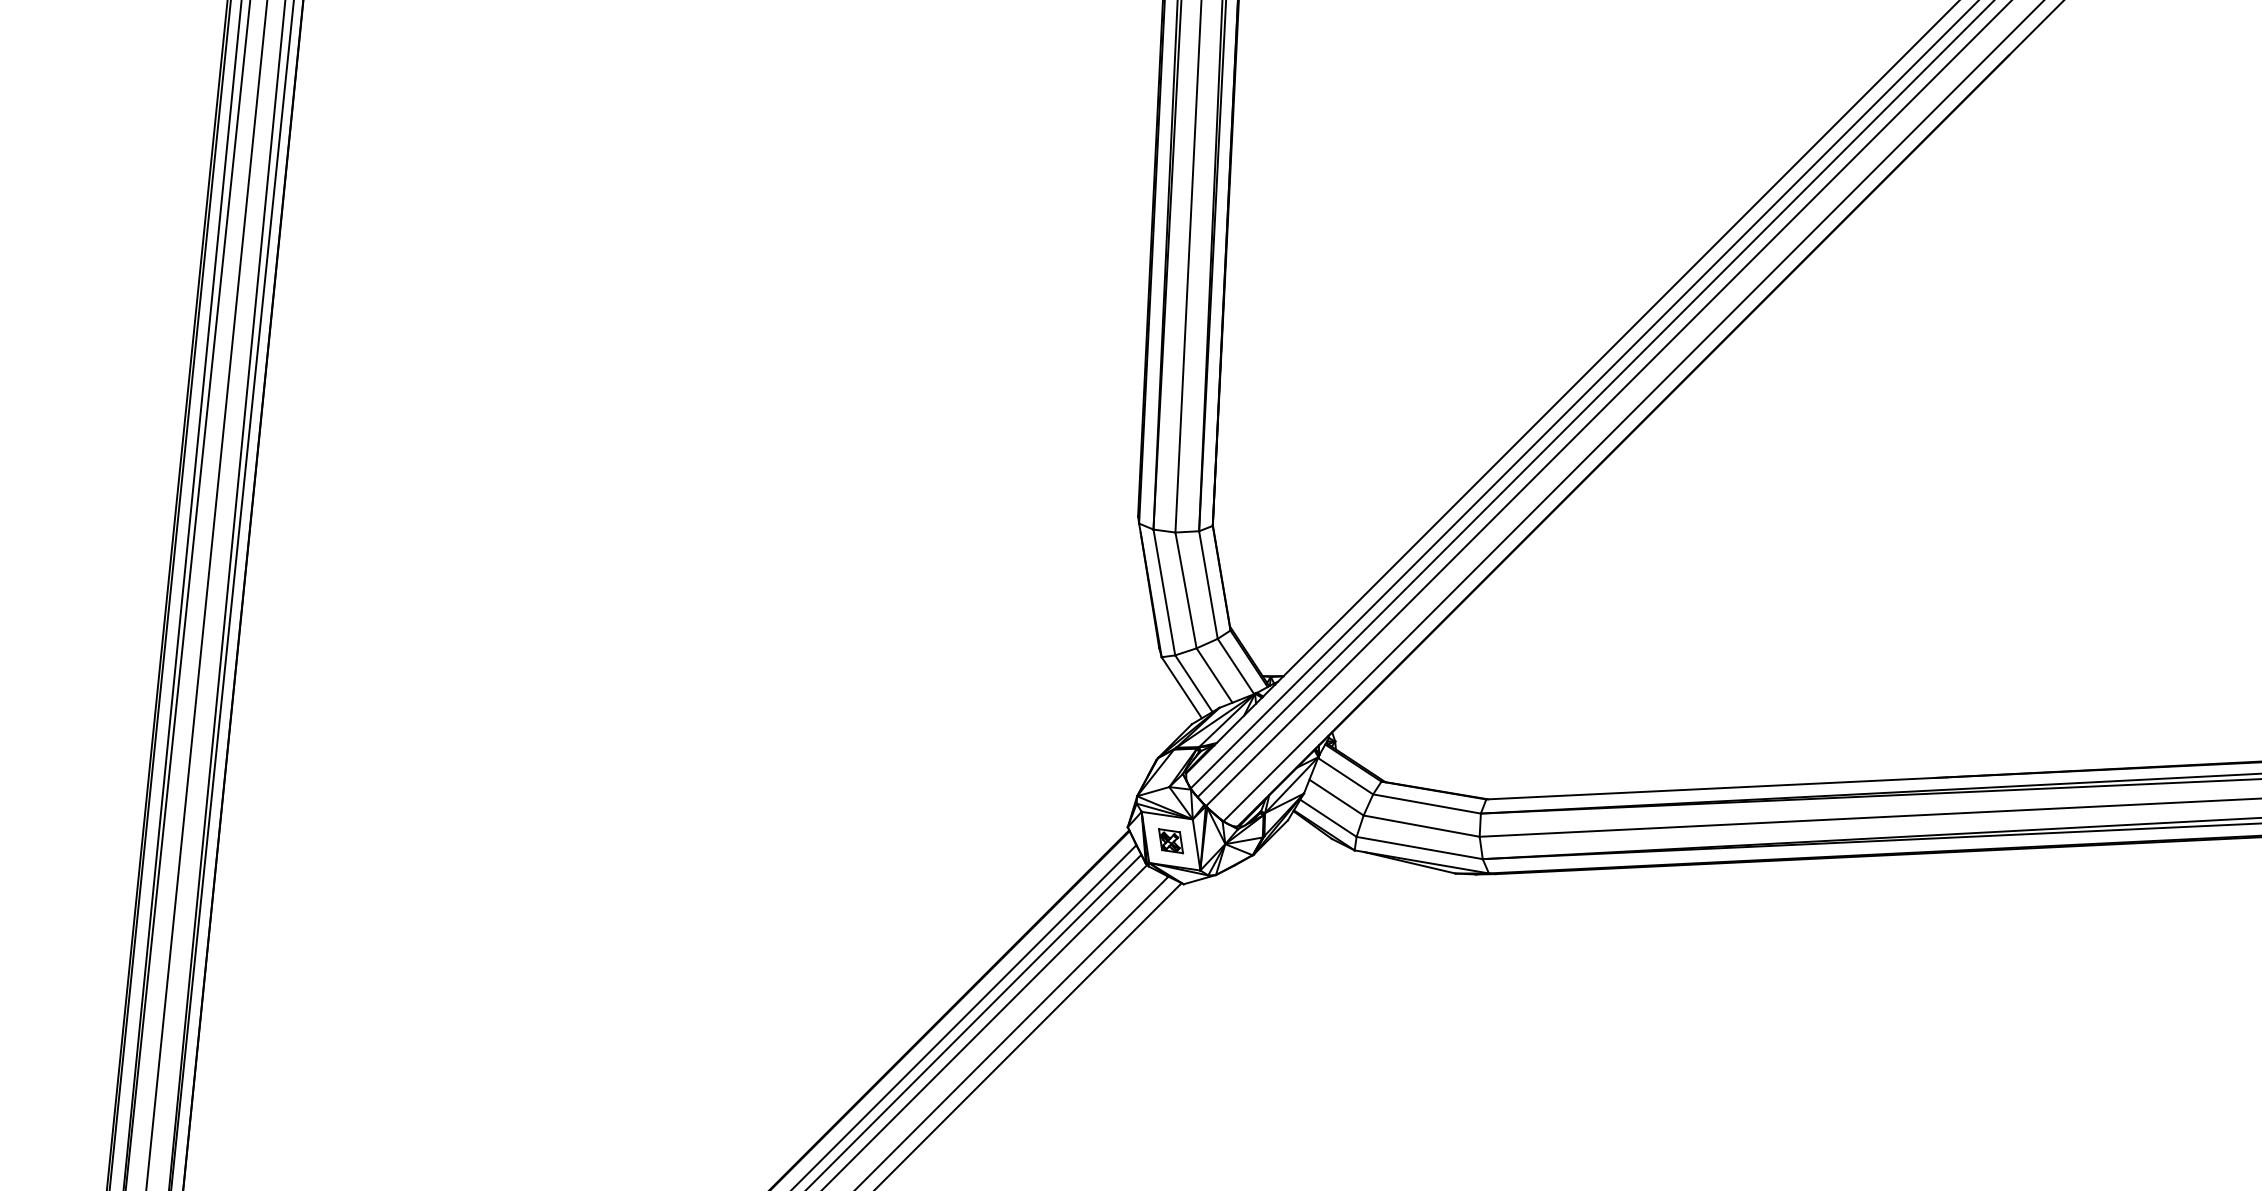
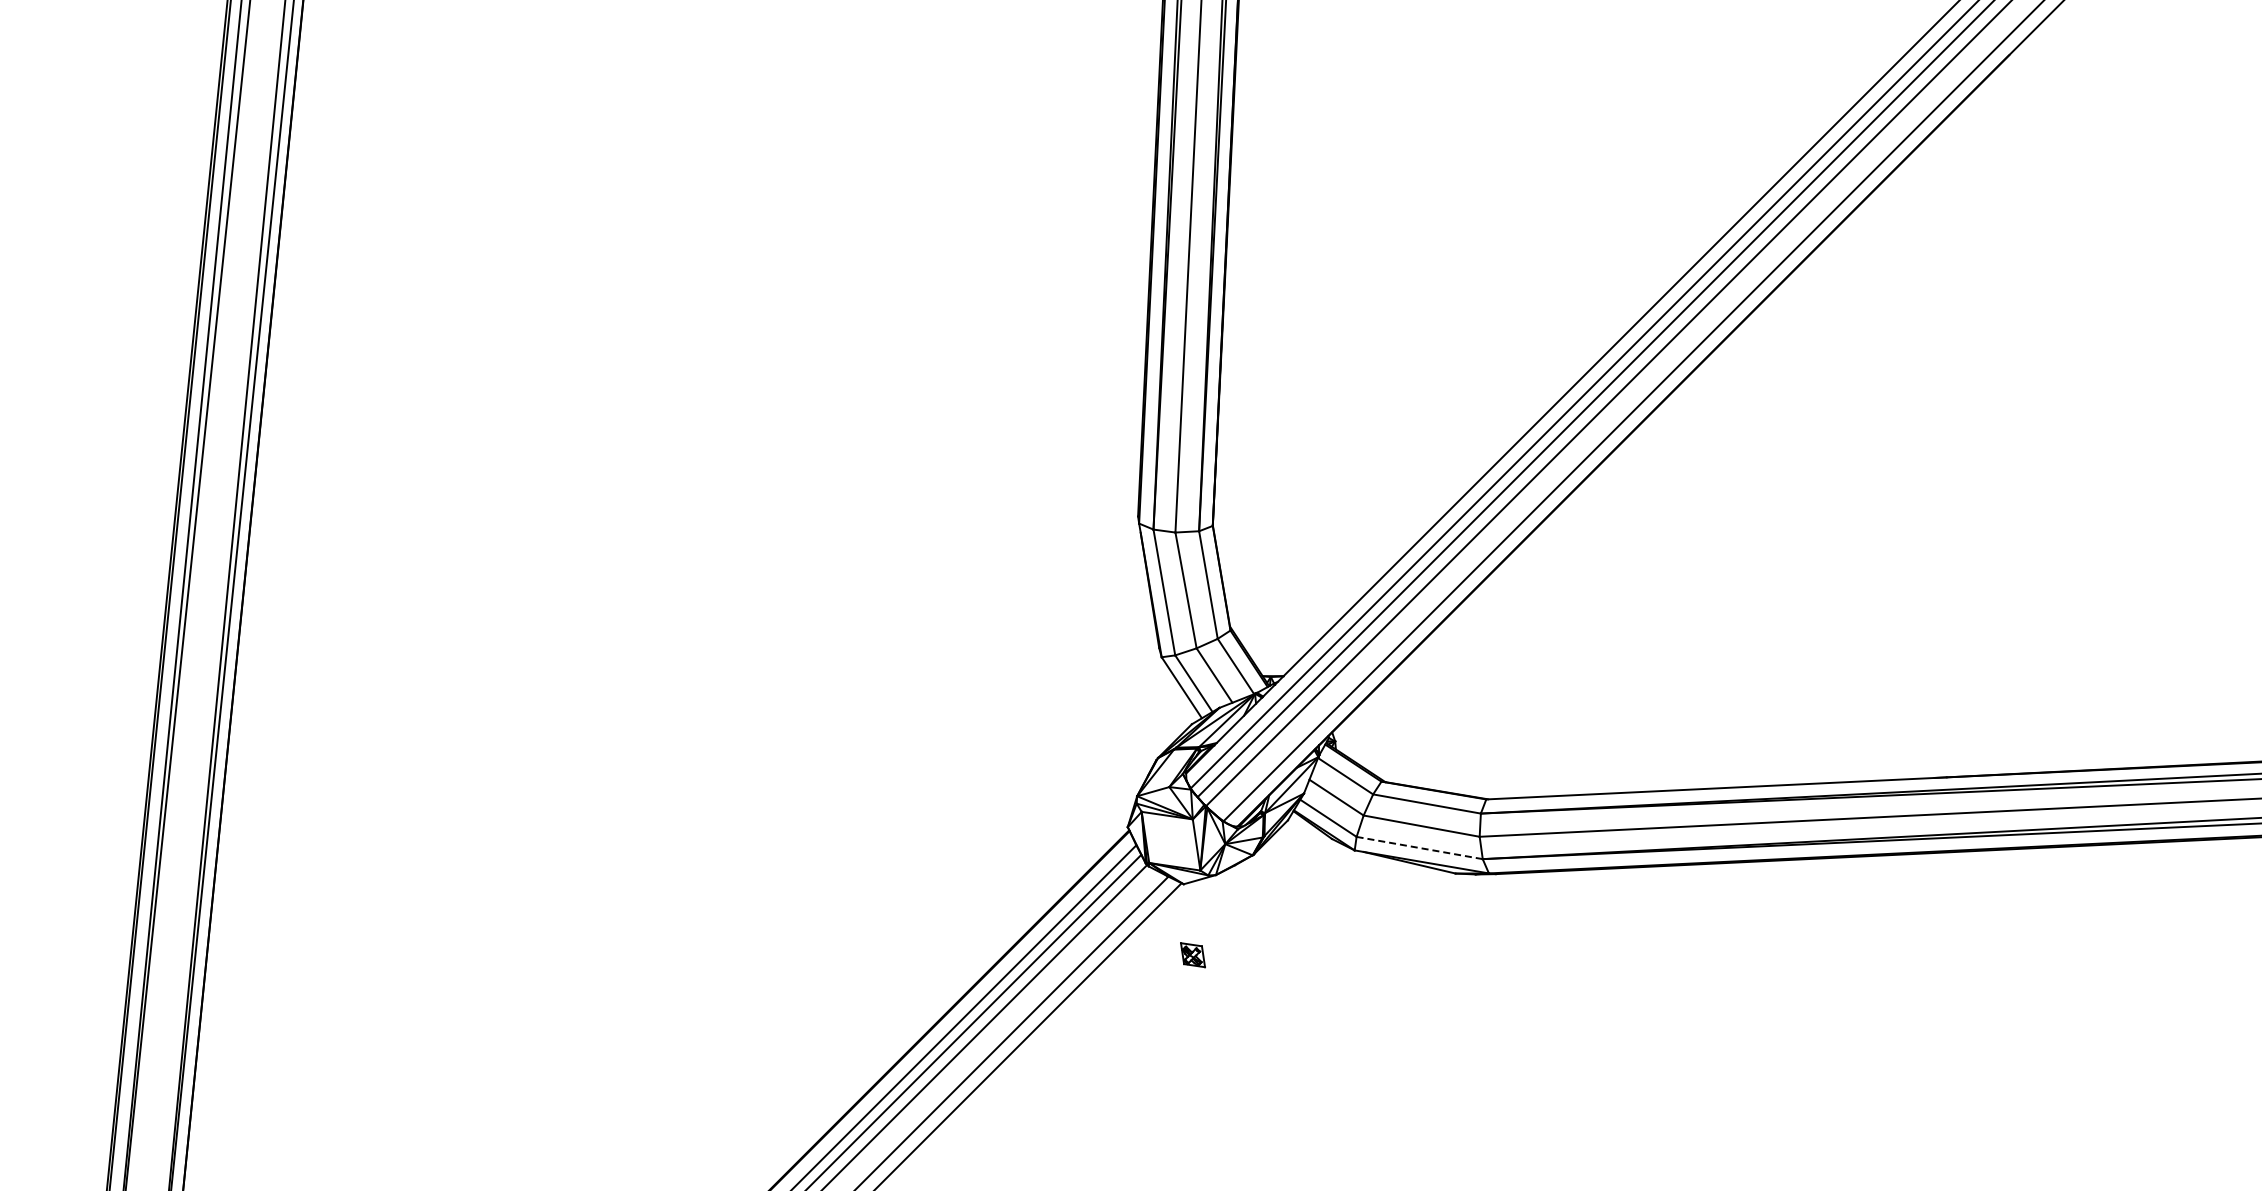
line at (206, 594): present -> none
part at (1170, 841) position: (1170, 841) -> (1192, 955)
line at (1420, 848): solid -> dashed
